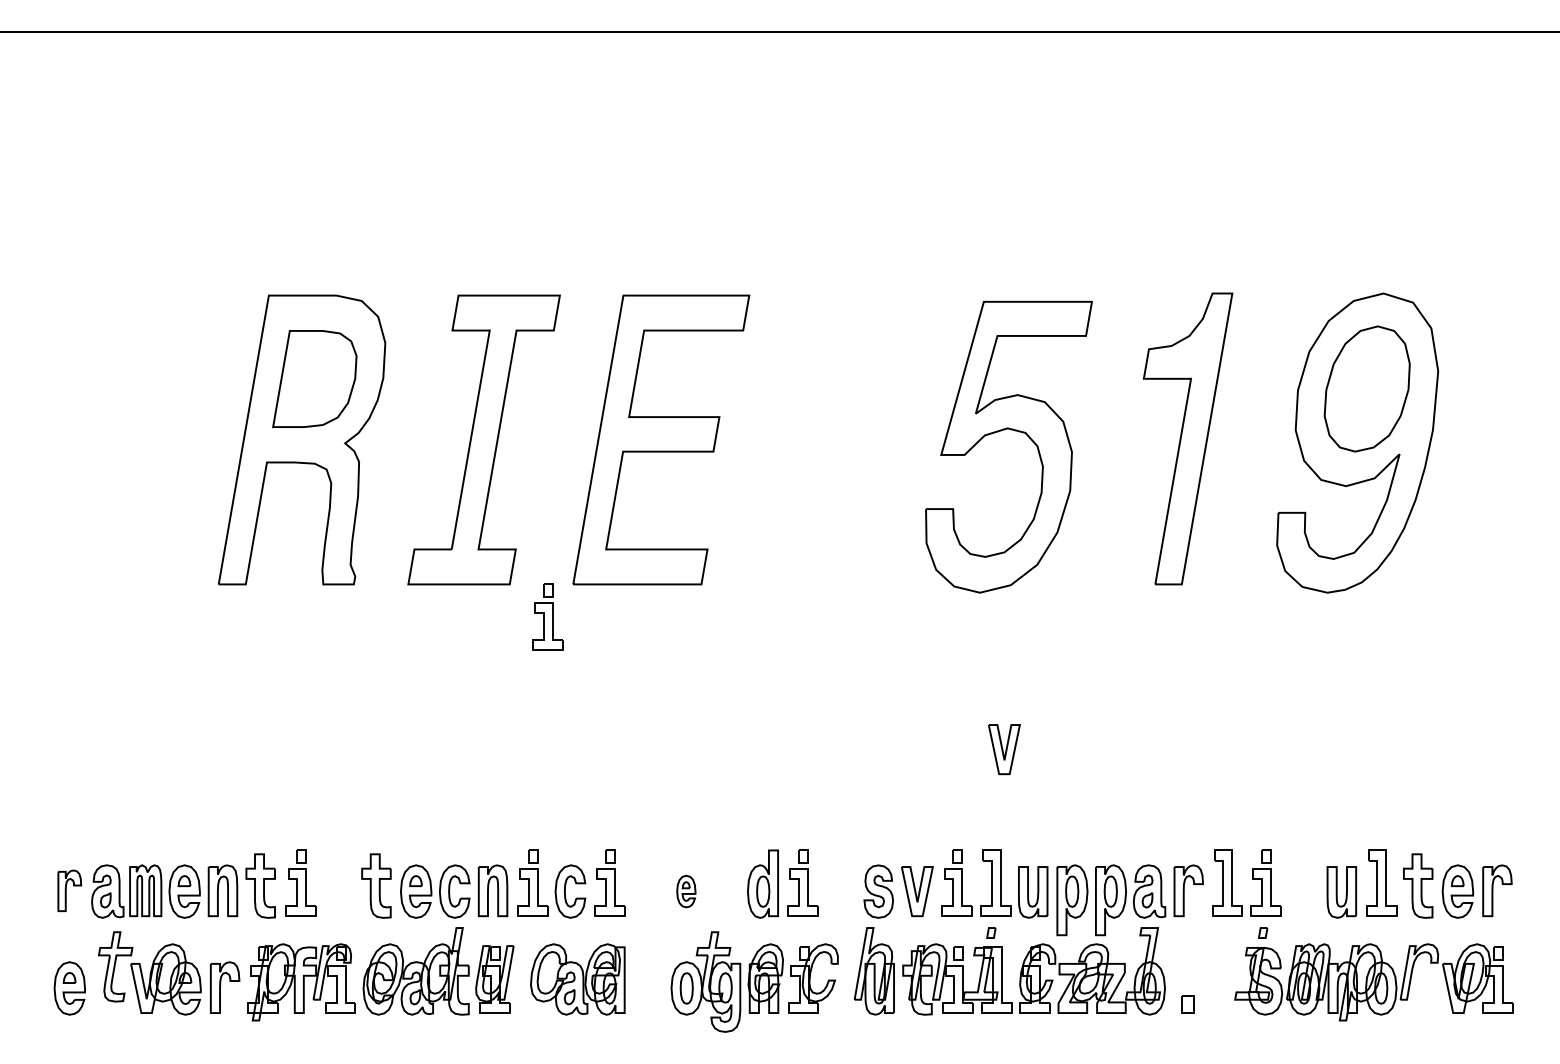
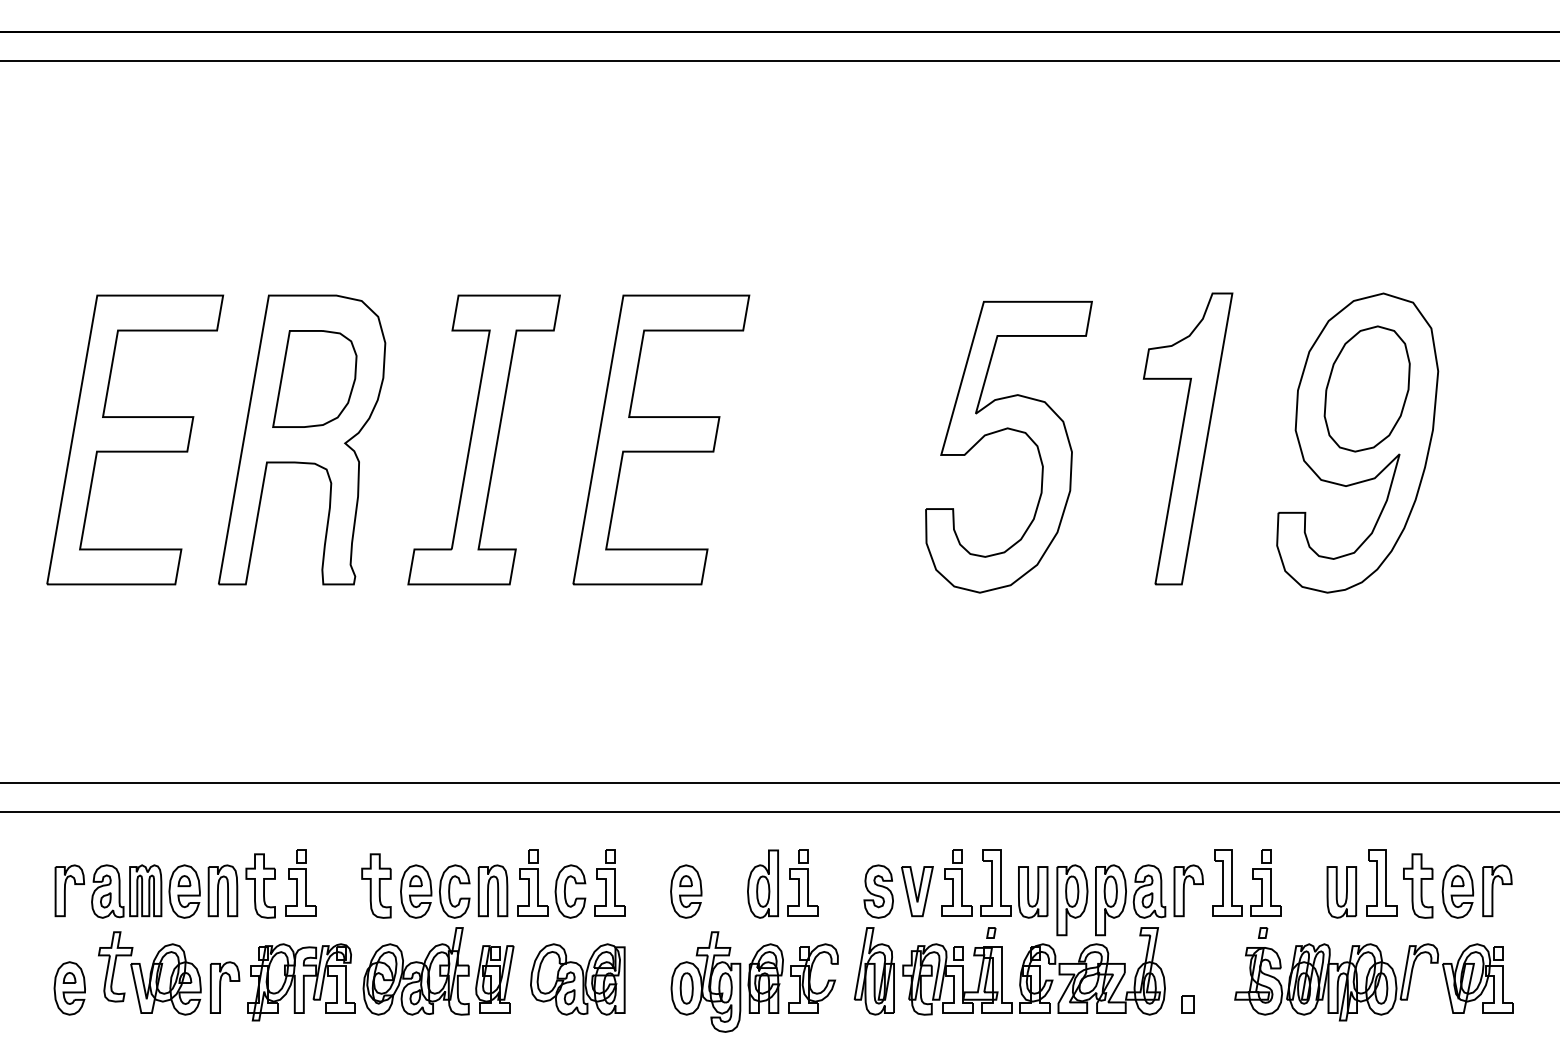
line at (779, 60): none -> present
part at (135, 439): none -> present
part at (547, 616): present -> none
part at (1004, 749): present -> none
line at (779, 782): none -> present
line at (779, 811): none -> present
part at (69, 890) size: 26x43 px -> 31x54 px
part at (686, 891) size: 21x35 px -> 33x55 px
